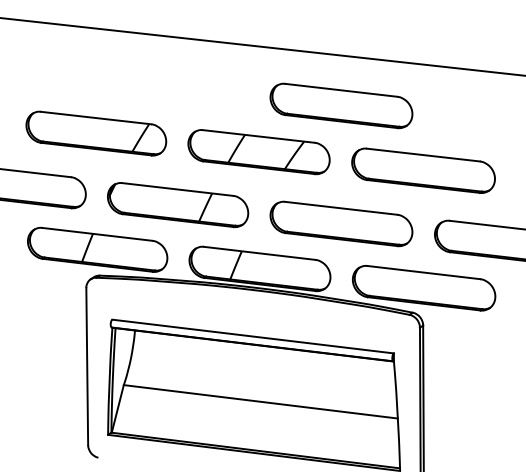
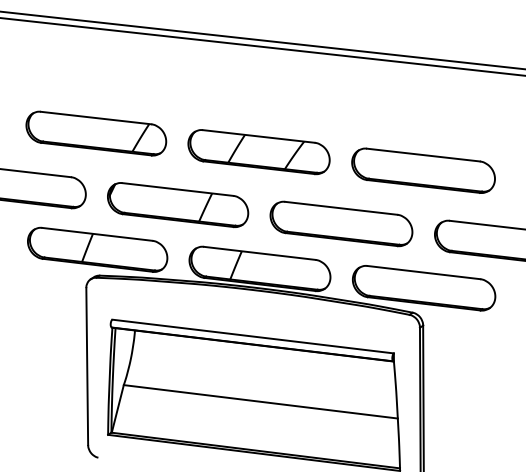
line at (262, 39): none -> present
part at (341, 105): present -> none
